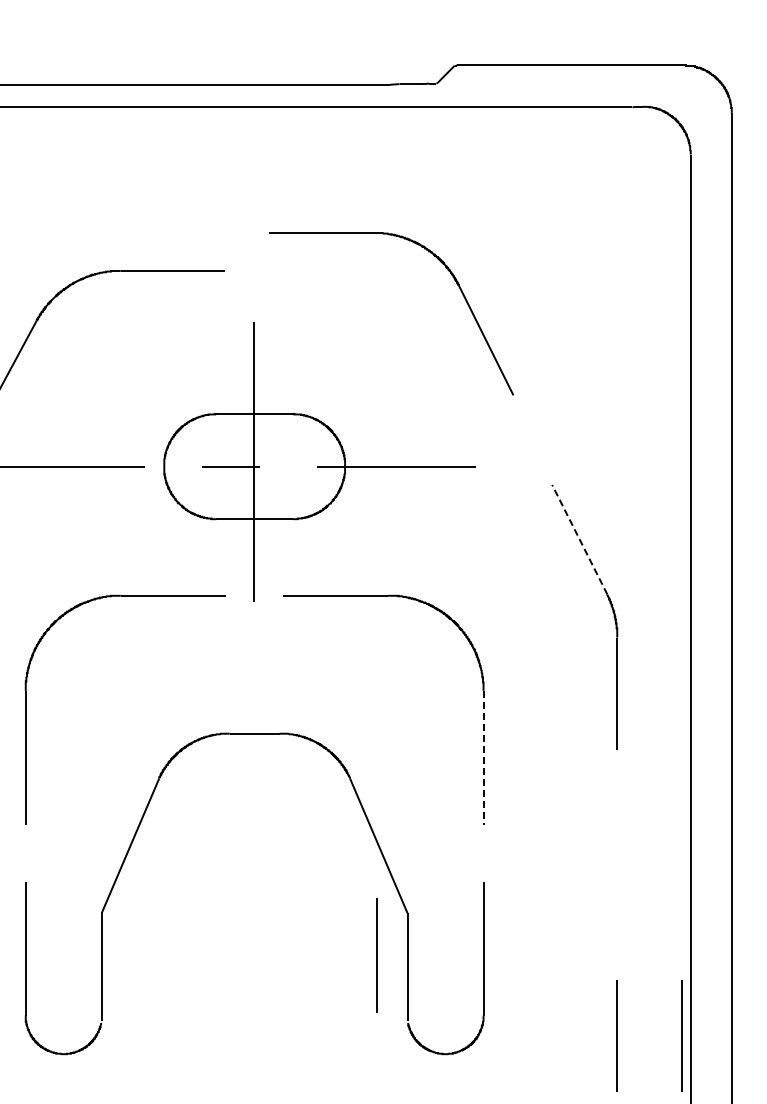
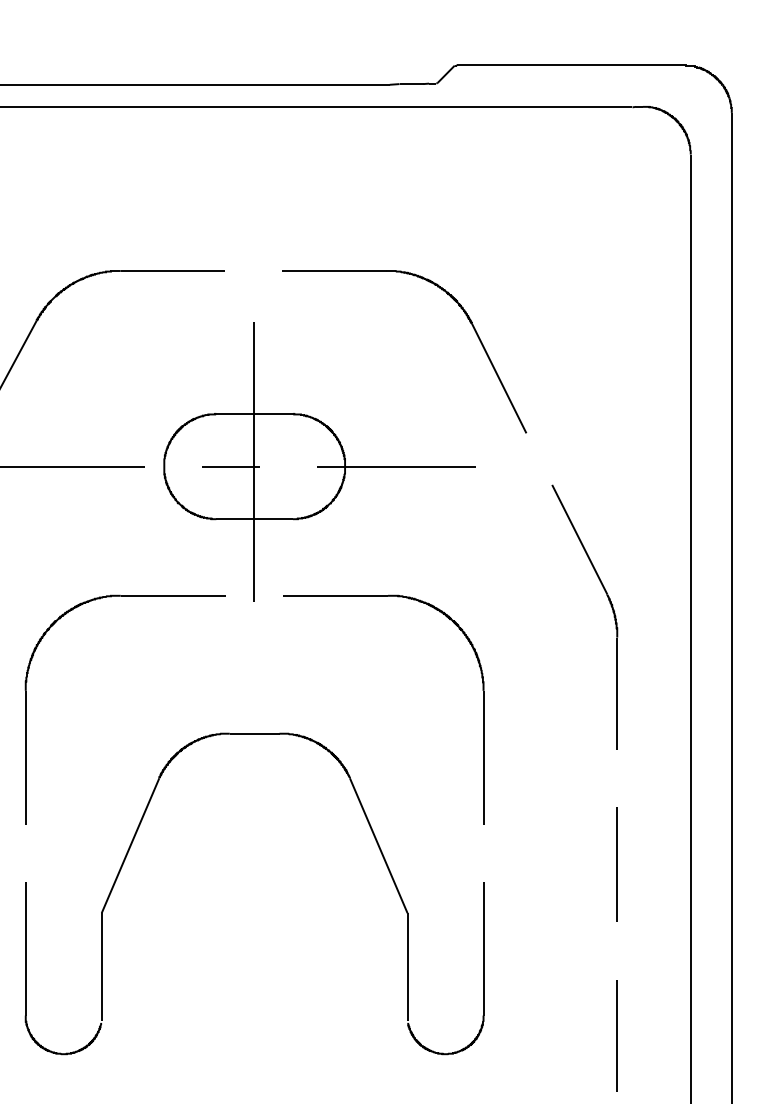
part at (447, 270) position: (447, 270) -> (460, 308)
line at (579, 539): dashed -> solid
line at (483, 758): dashed -> solid
line at (376, 955) position: (376, 955) -> (616, 864)
line at (681, 1035): present -> none
